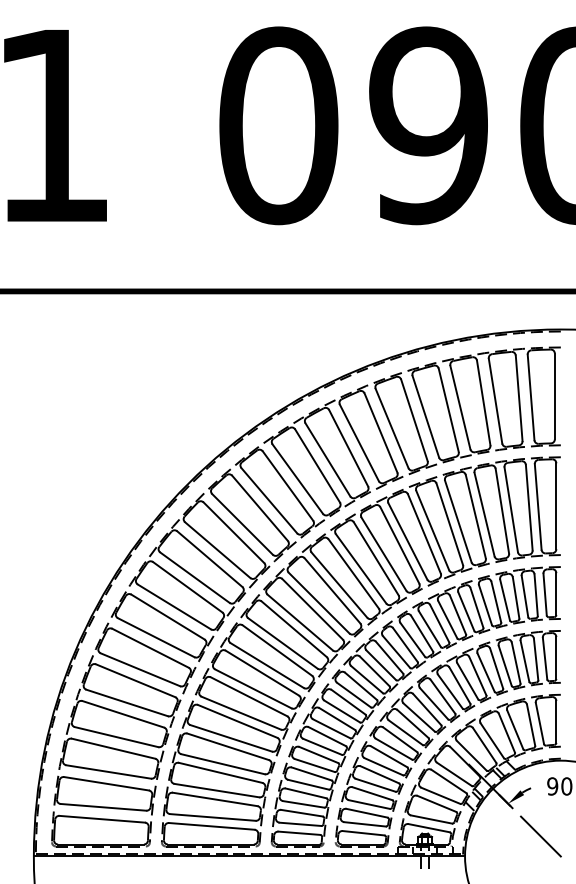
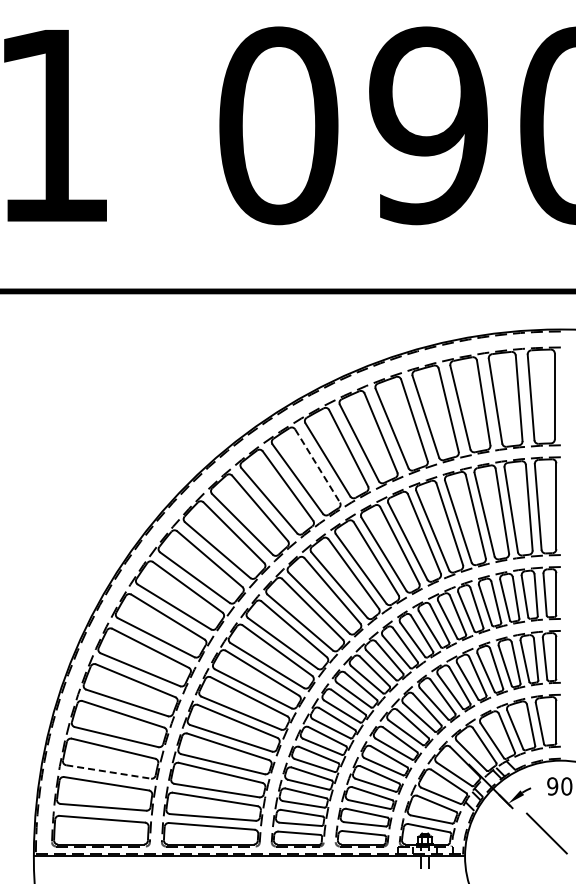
line at (317, 465): solid -> dashed
line at (108, 771): solid -> dashed
line at (540, 836) position: (540, 836) -> (546, 833)
